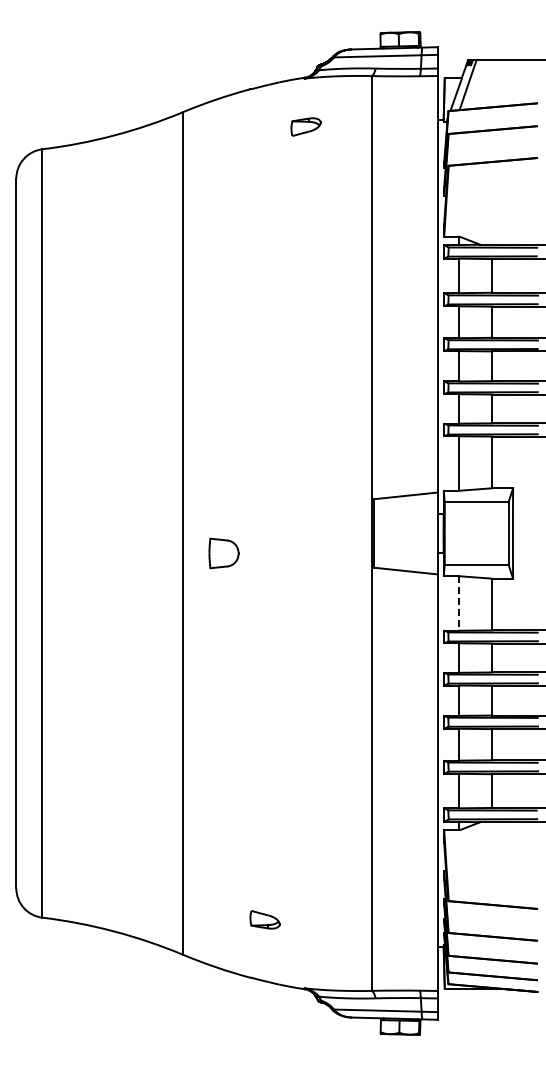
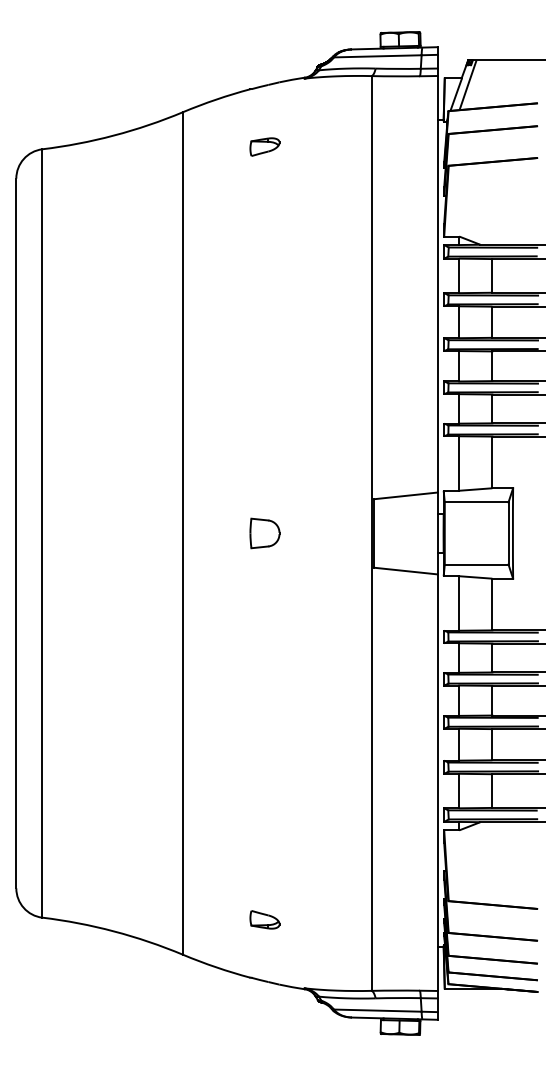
part at (305, 126) position: (305, 126) -> (264, 146)
part at (223, 553) position: (223, 553) -> (264, 533)
line at (459, 603): dashed -> solid
